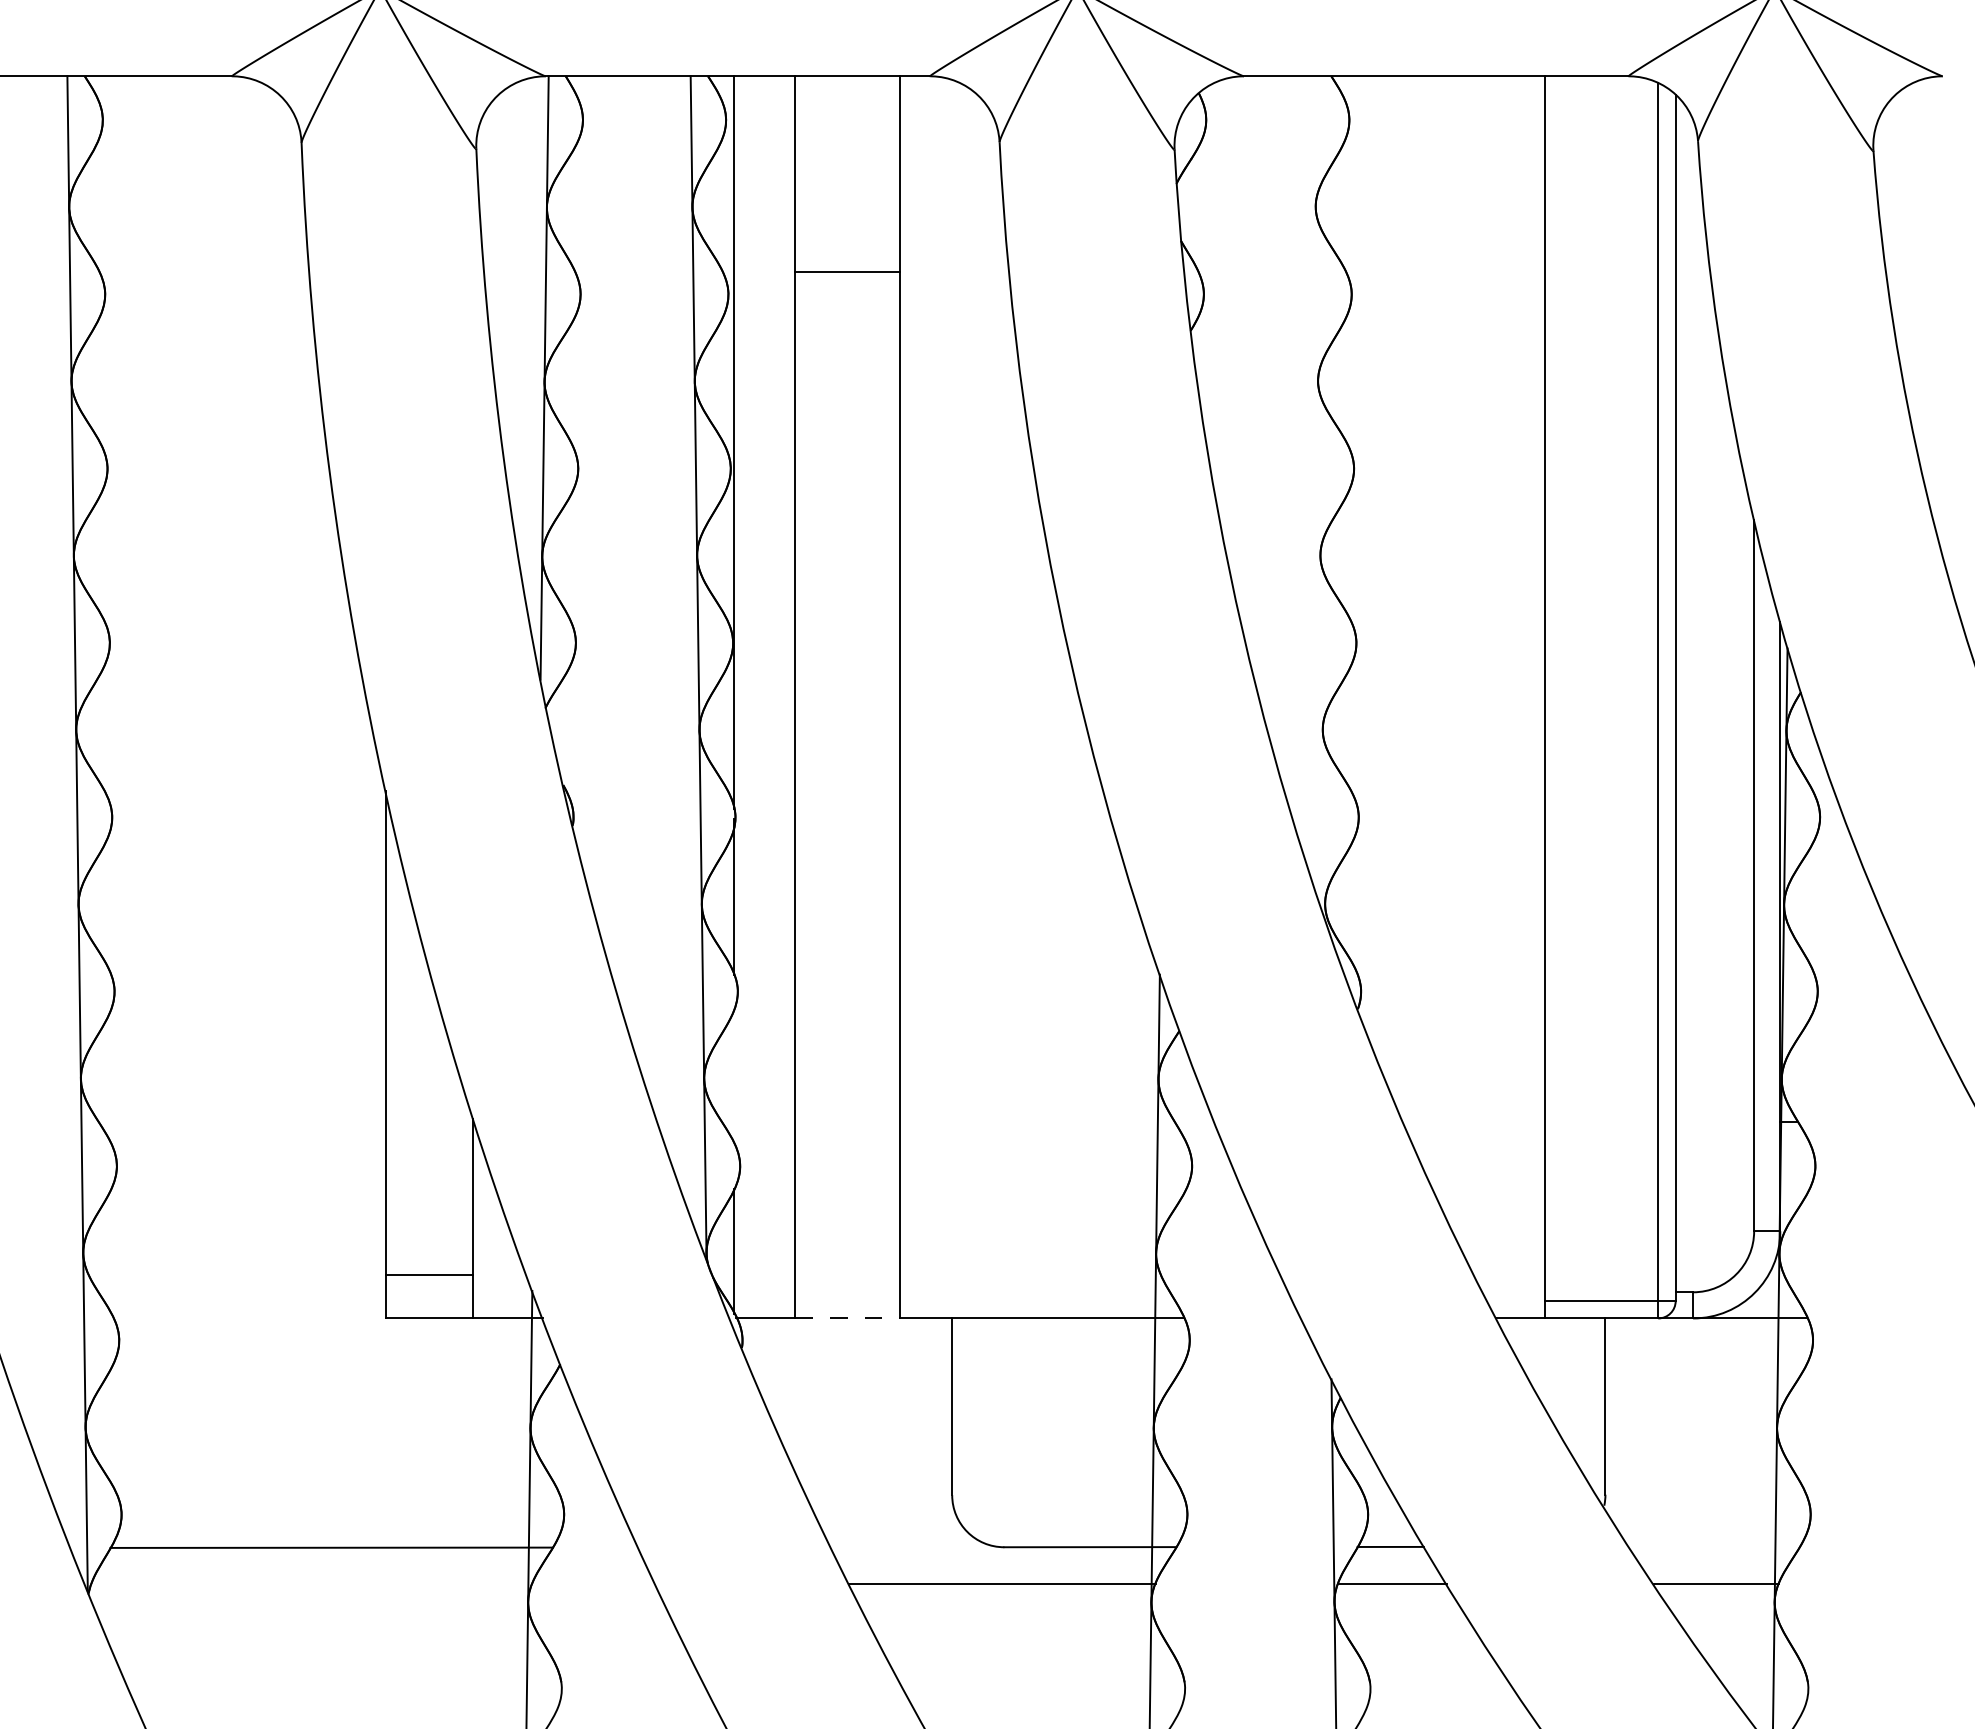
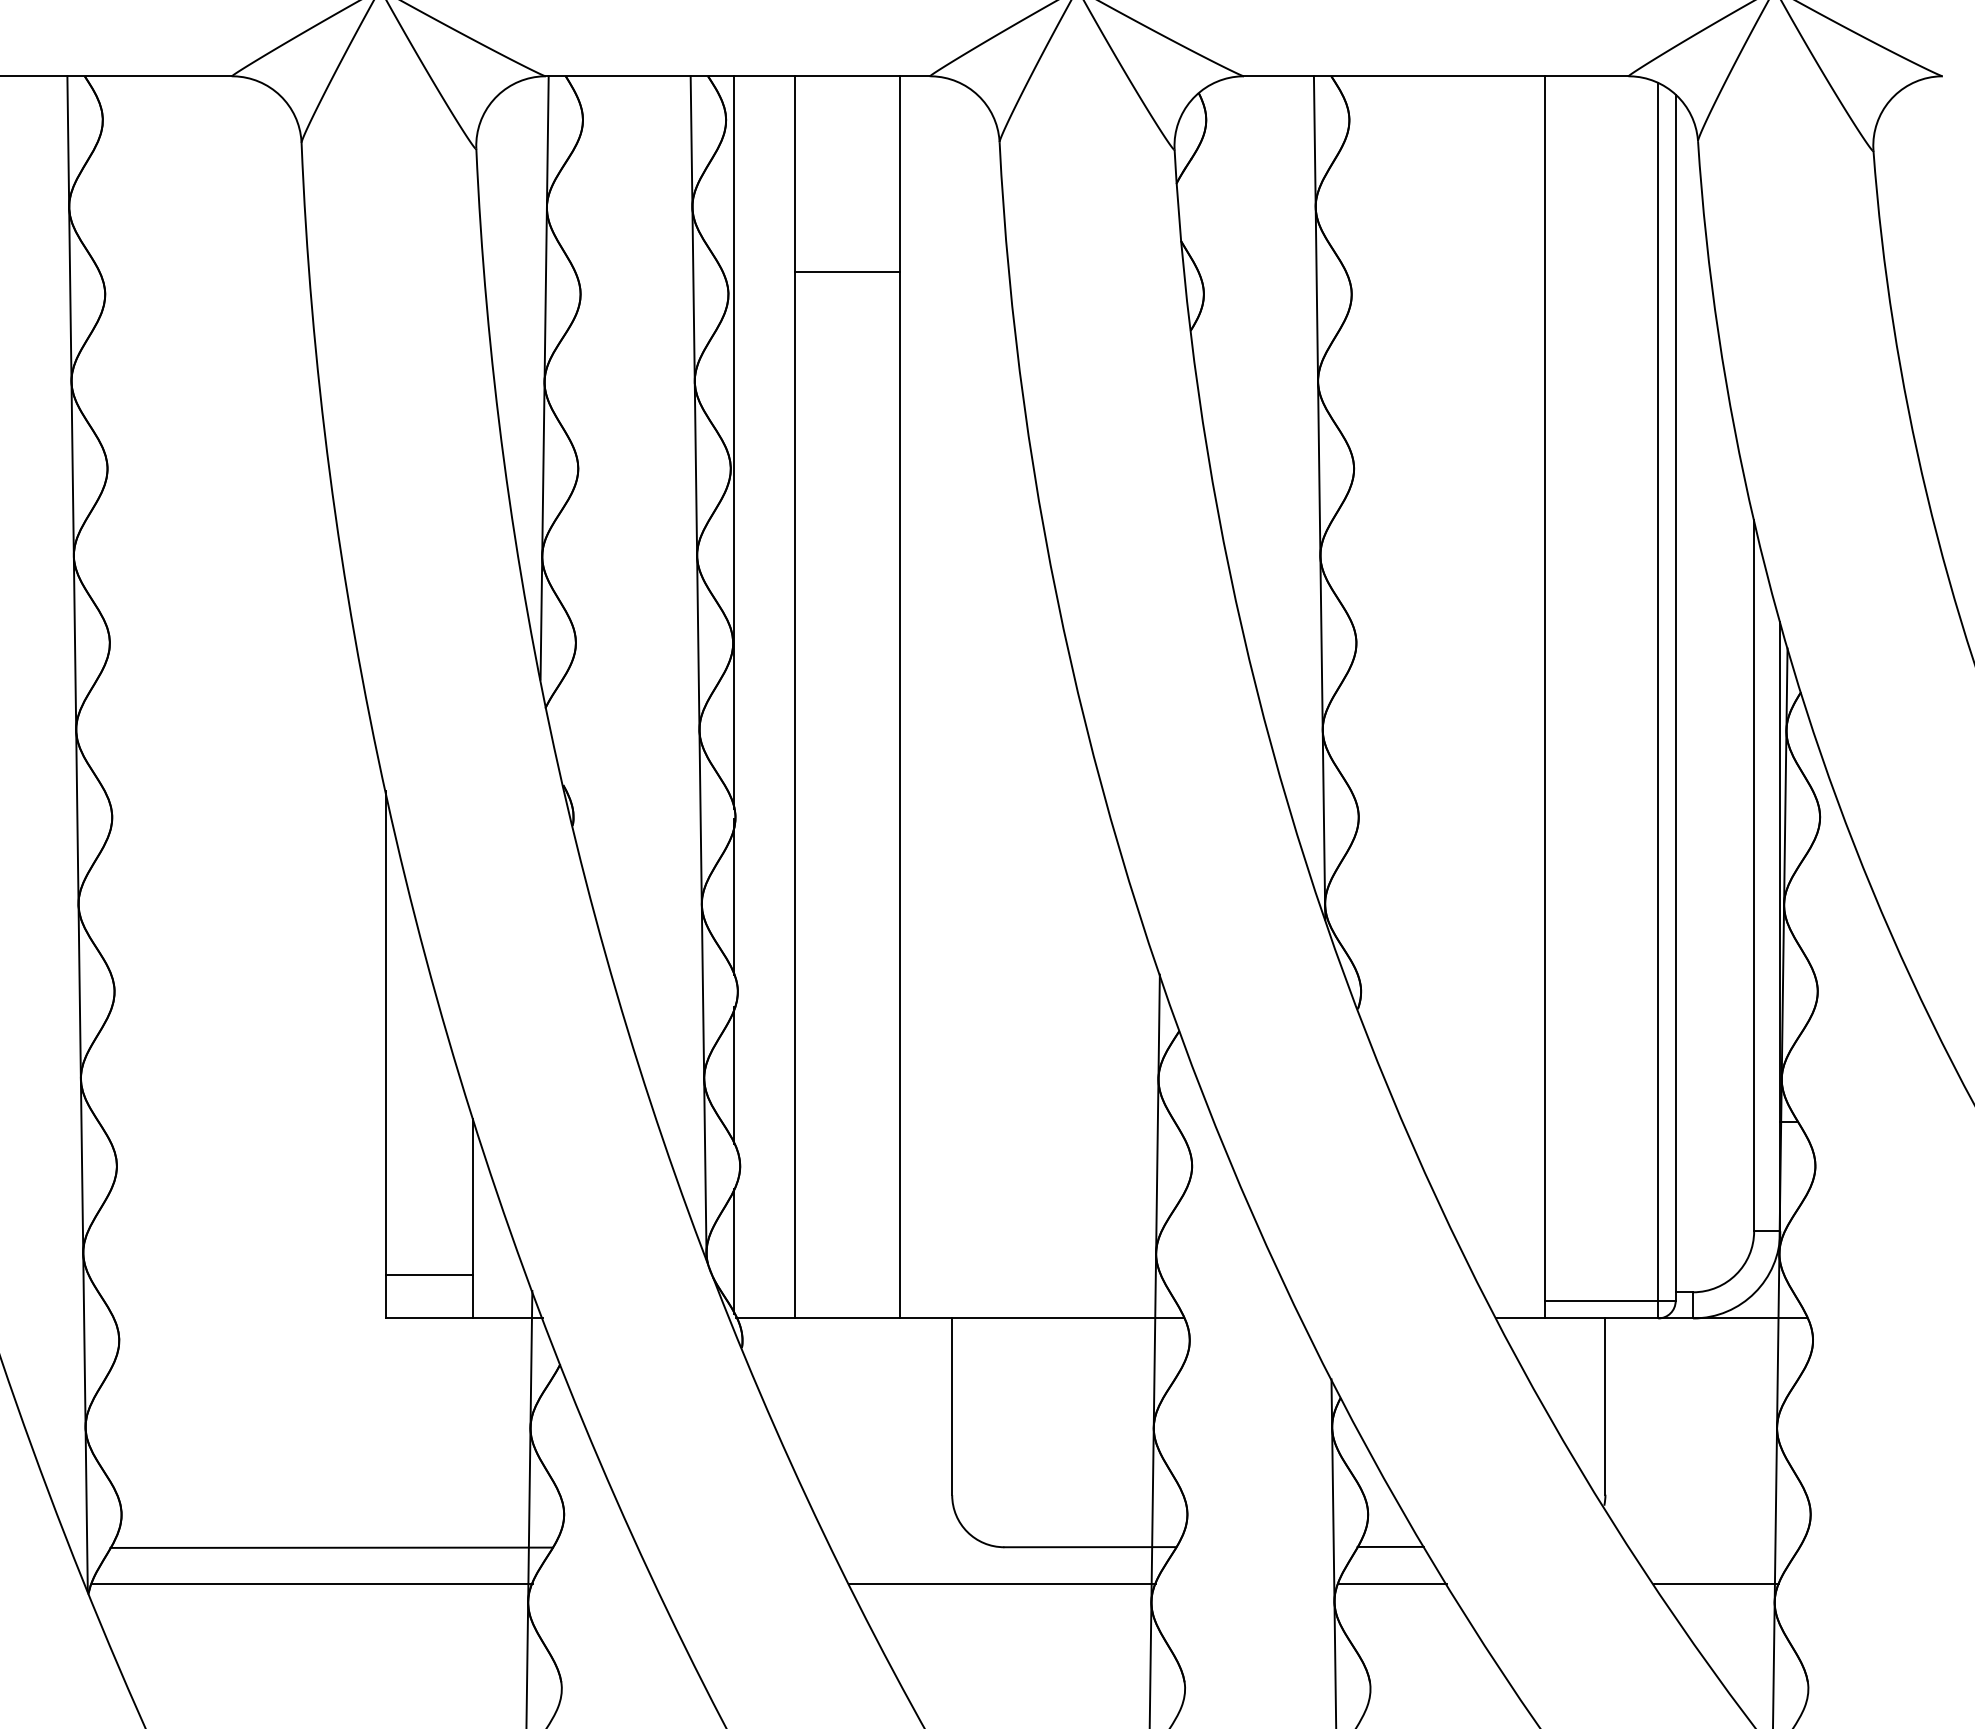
line at (1319, 497): none -> present
line at (734, 1075): none -> present
line at (848, 1318): dashed -> solid
line at (311, 1584): none -> present
